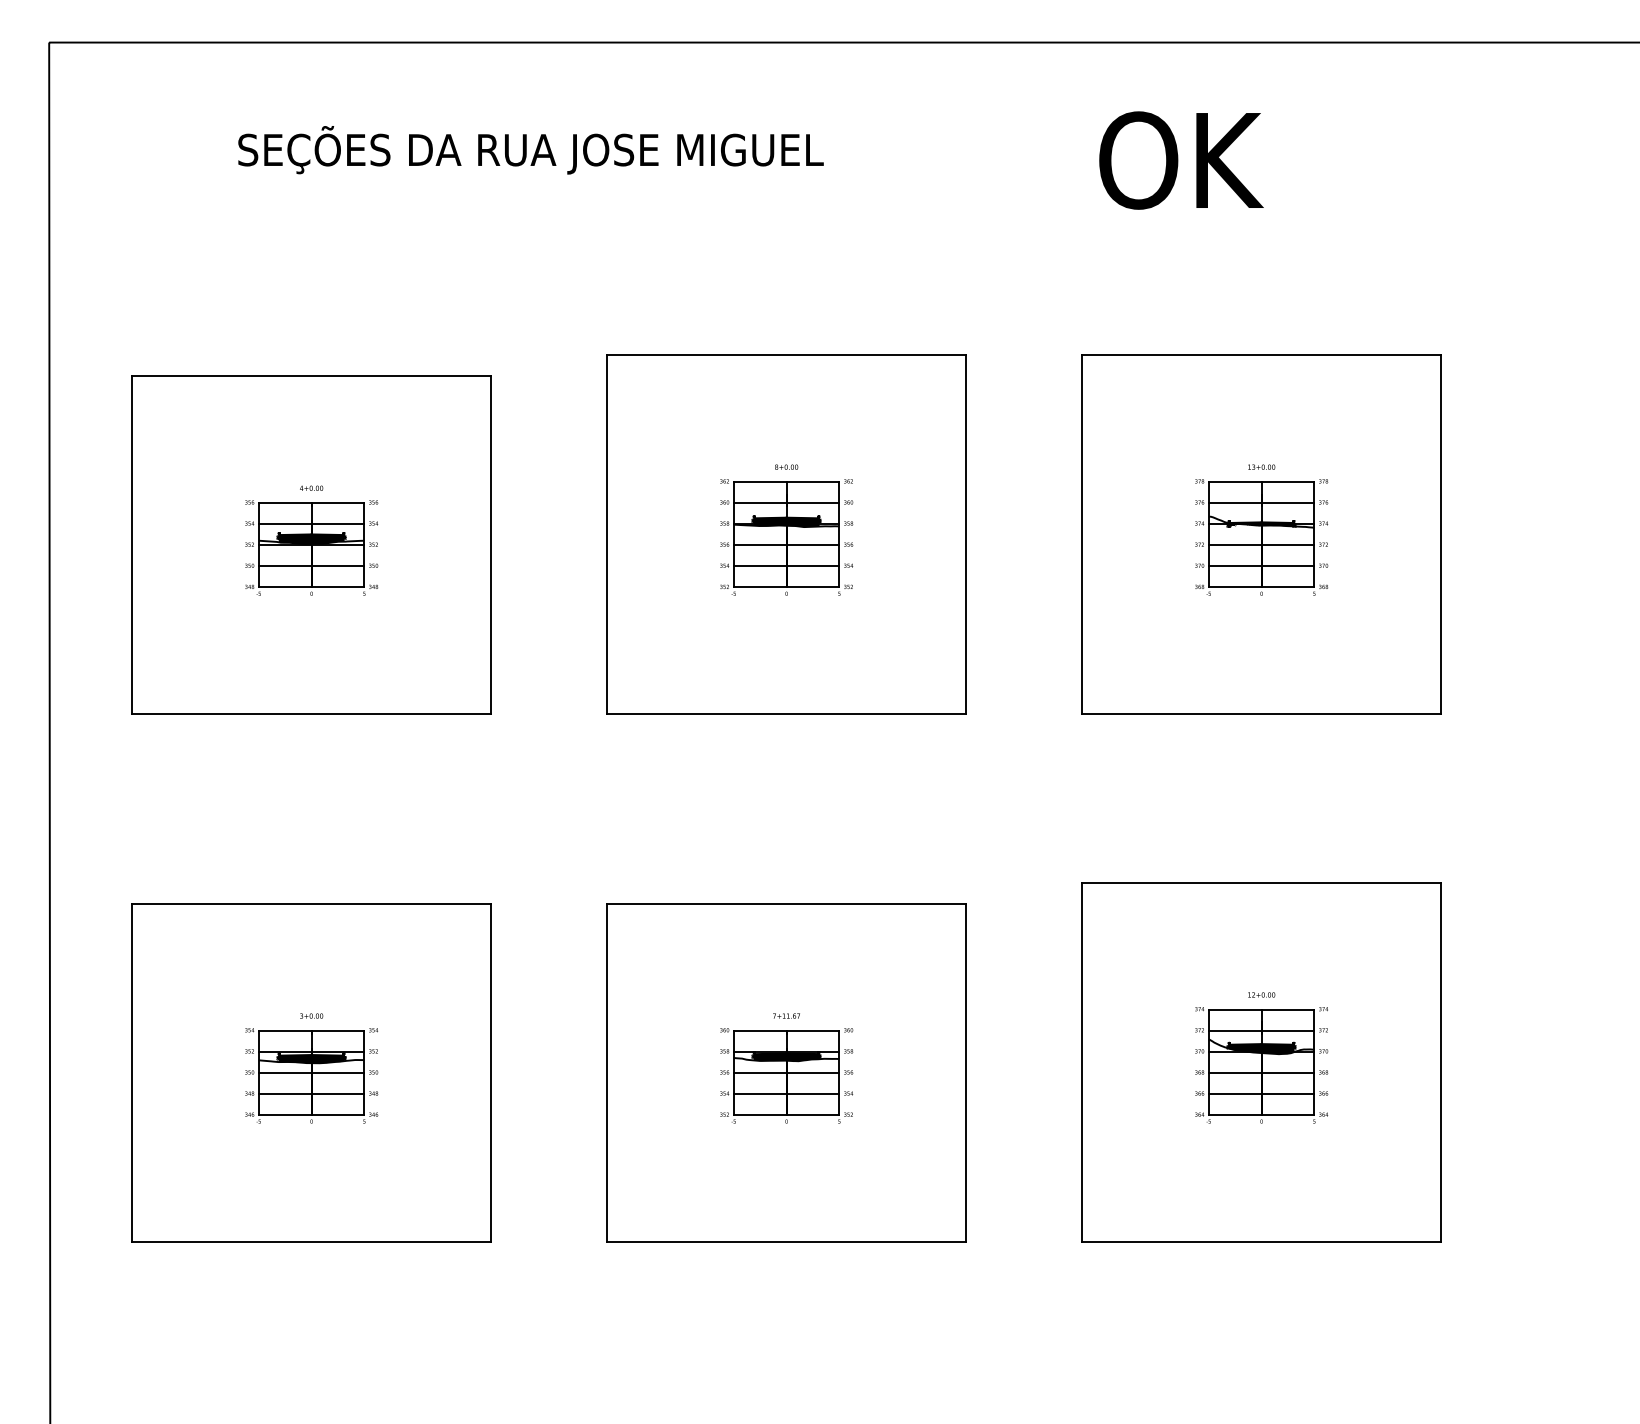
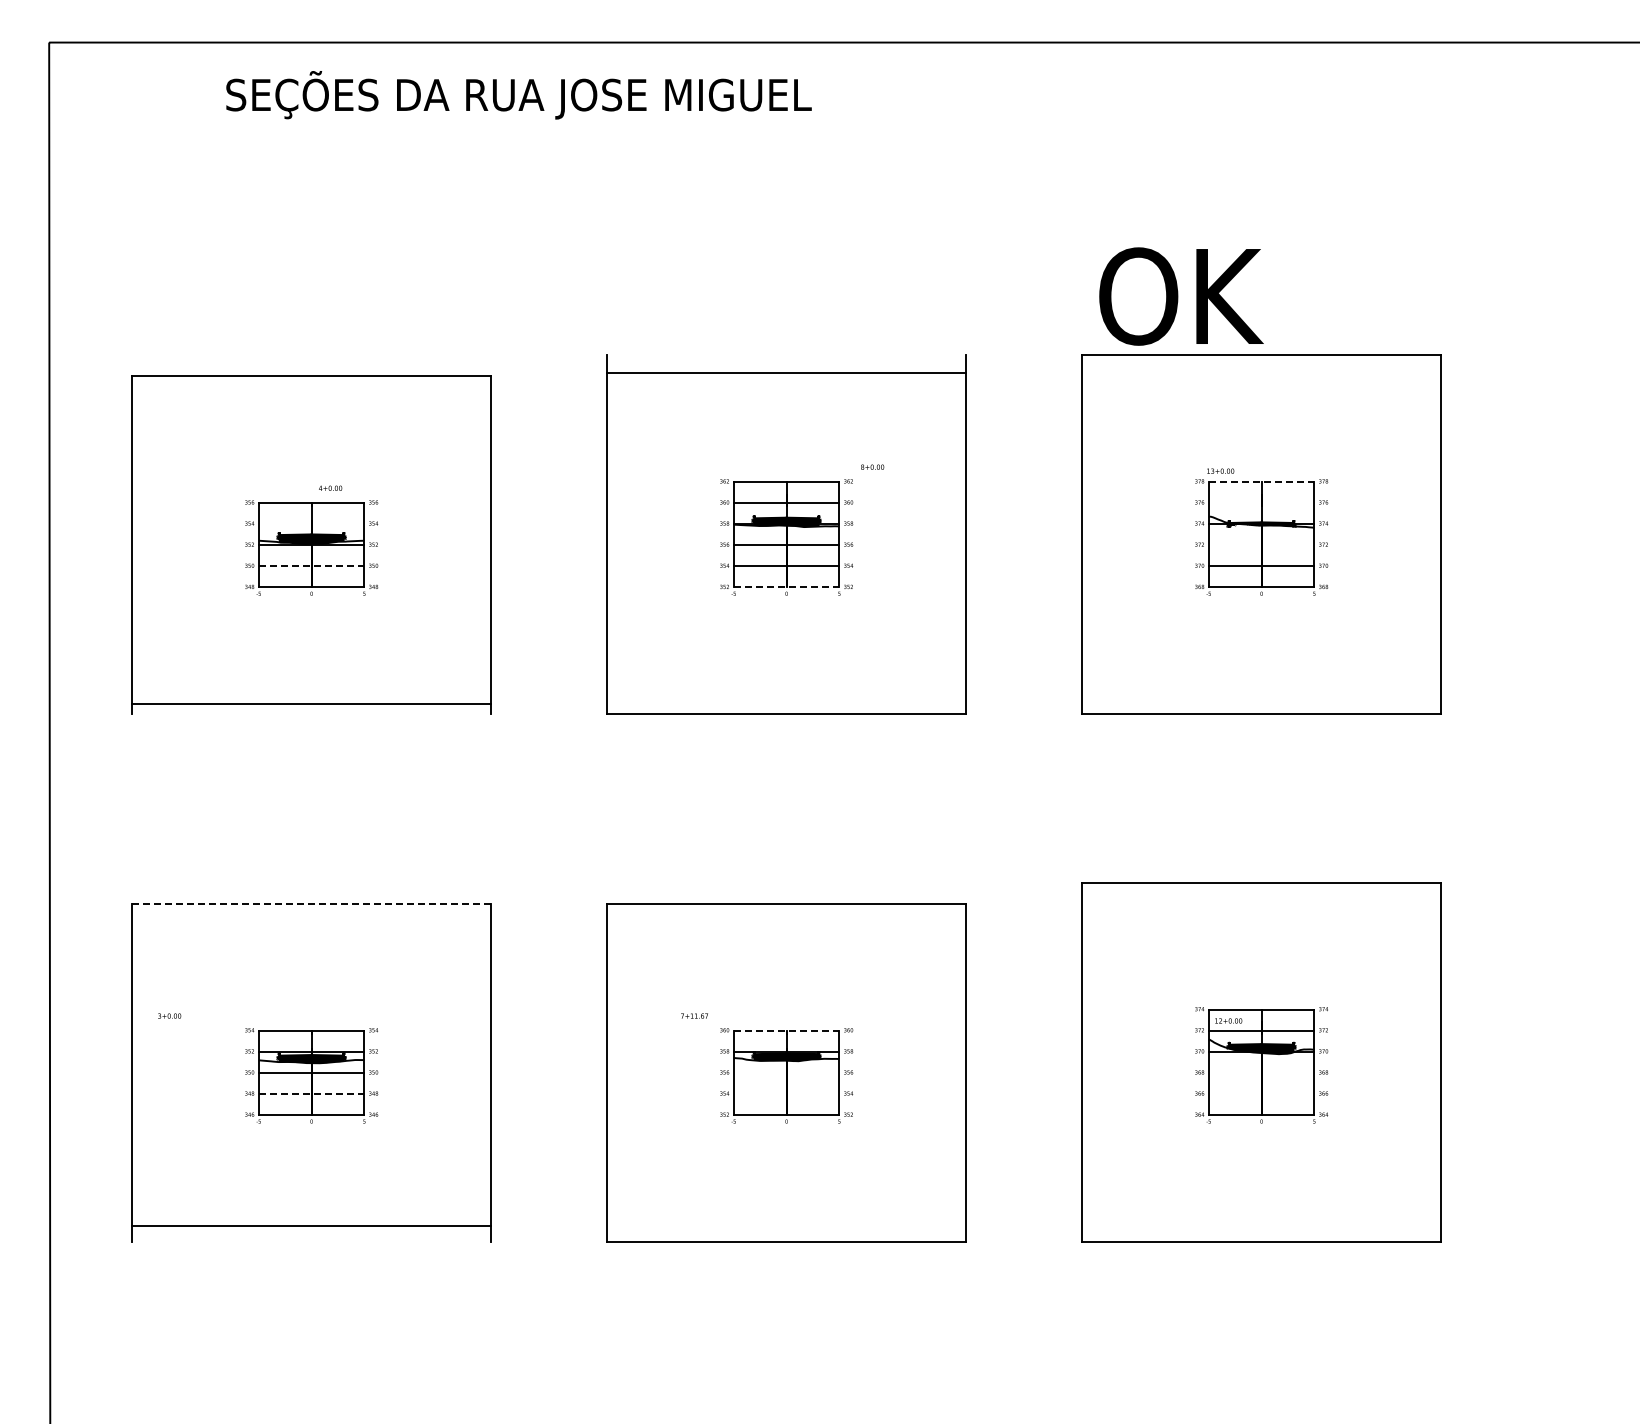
text at (530, 150) position: (530, 150) -> (518, 95)
text at (1181, 160) position: (1181, 160) -> (1181, 296)
line at (786, 355) position: (786, 355) -> (786, 373)
text at (786, 466) position: (786, 466) -> (872, 466)
text at (1261, 466) position: (1261, 466) -> (1220, 470)
line at (1261, 481): solid -> dashed
text at (311, 487) position: (311, 487) -> (330, 487)
line at (1261, 503): present -> none
line at (311, 524): present -> none
line at (1261, 545): present -> none
line at (311, 566): solid -> dashed
line at (786, 587): solid -> dashed
line at (311, 714) position: (311, 714) -> (311, 704)
line at (311, 904): solid -> dashed
text at (1261, 994) position: (1261, 994) -> (1228, 1020)
text at (311, 1015) position: (311, 1015) -> (169, 1015)
text at (786, 1015) position: (786, 1015) -> (694, 1015)
line at (786, 1030): solid -> dashed
line at (786, 1073): present -> none
line at (1261, 1073): present -> none
line at (311, 1094): solid -> dashed
line at (786, 1094): present -> none
line at (1261, 1094): present -> none
line at (311, 1241) position: (311, 1241) -> (311, 1225)
